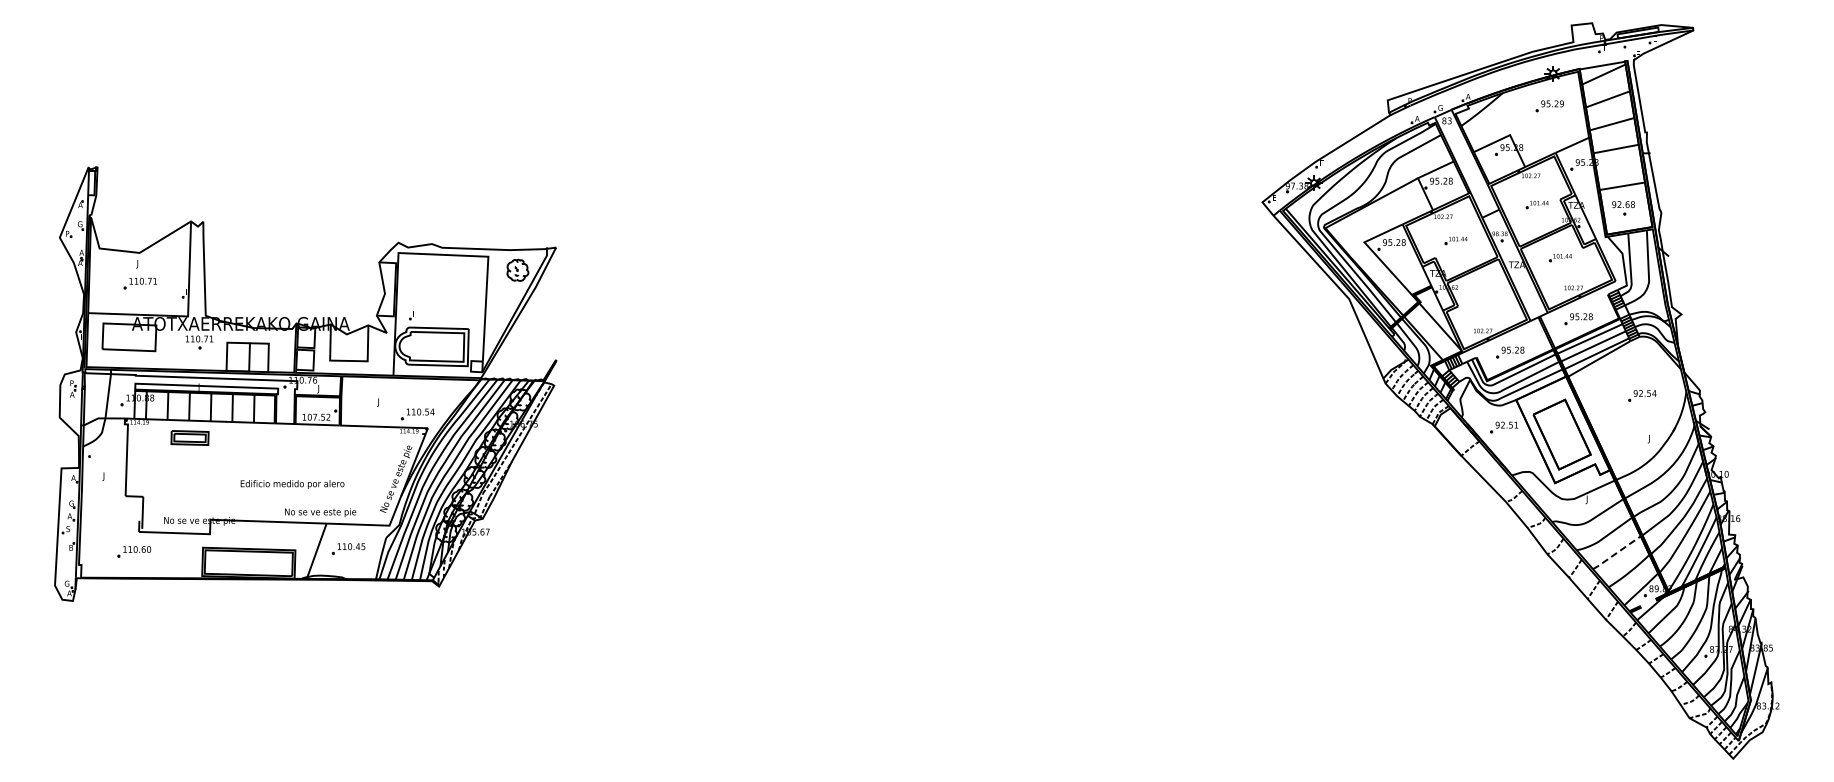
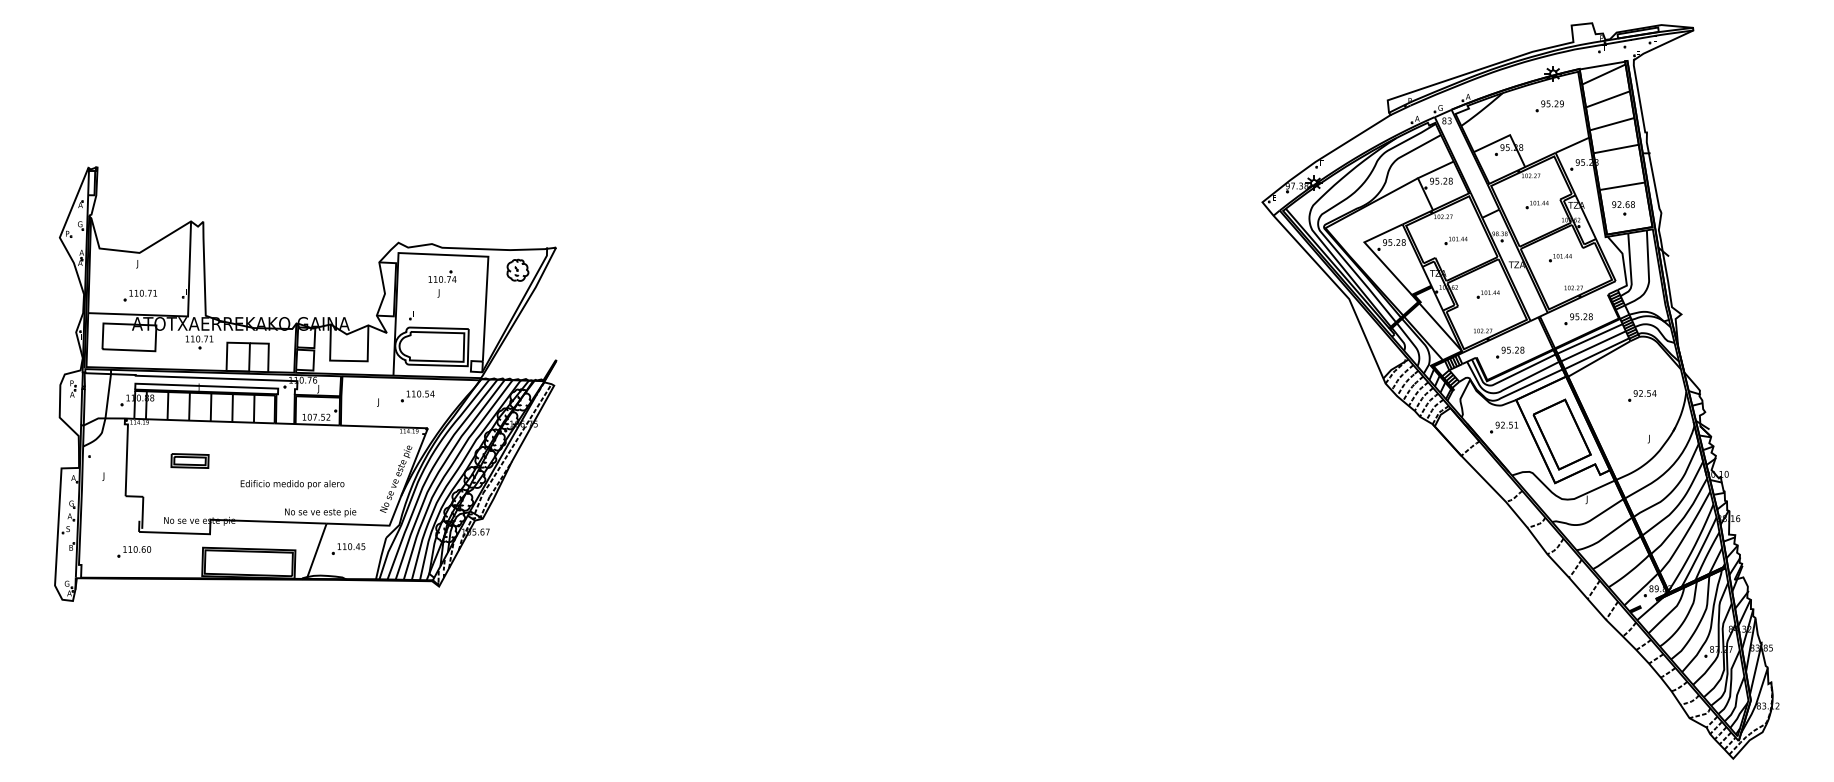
part at (139, 283) position: (139, 283) -> (139, 295)
part at (442, 283): none -> present
part at (1487, 294): none -> present
part at (417, 414) position: (417, 414) -> (417, 396)
part at (189, 437) position: (189, 437) -> (189, 460)
line at (1616, 553): dashed -> solid
